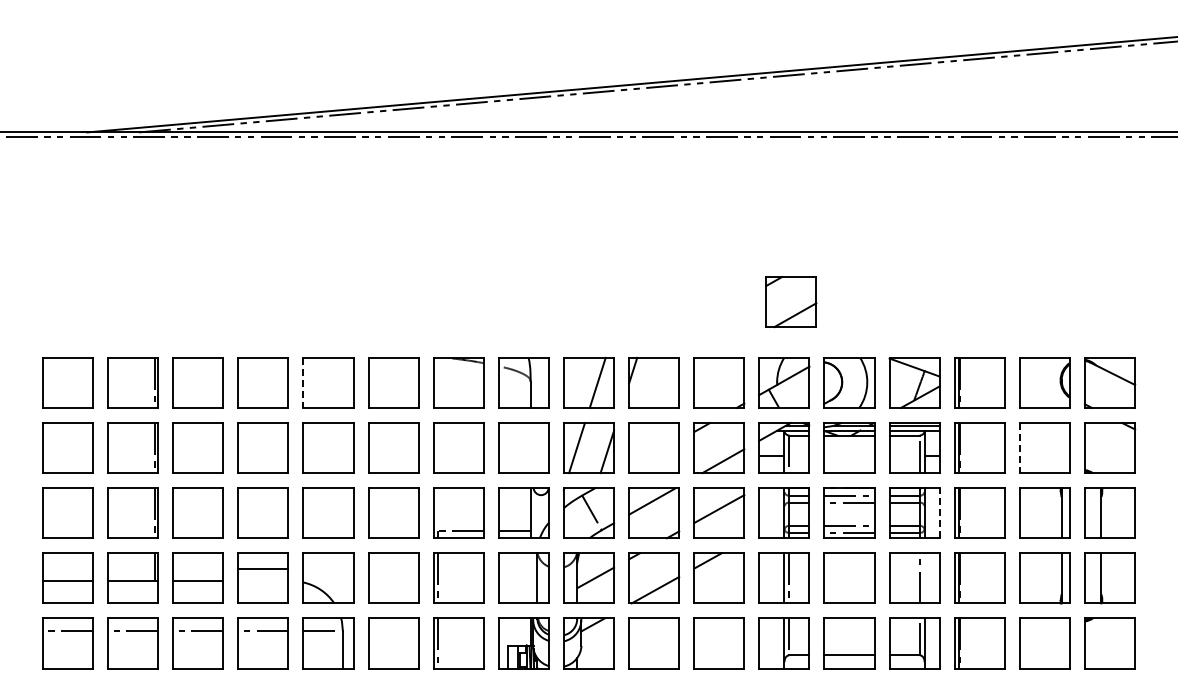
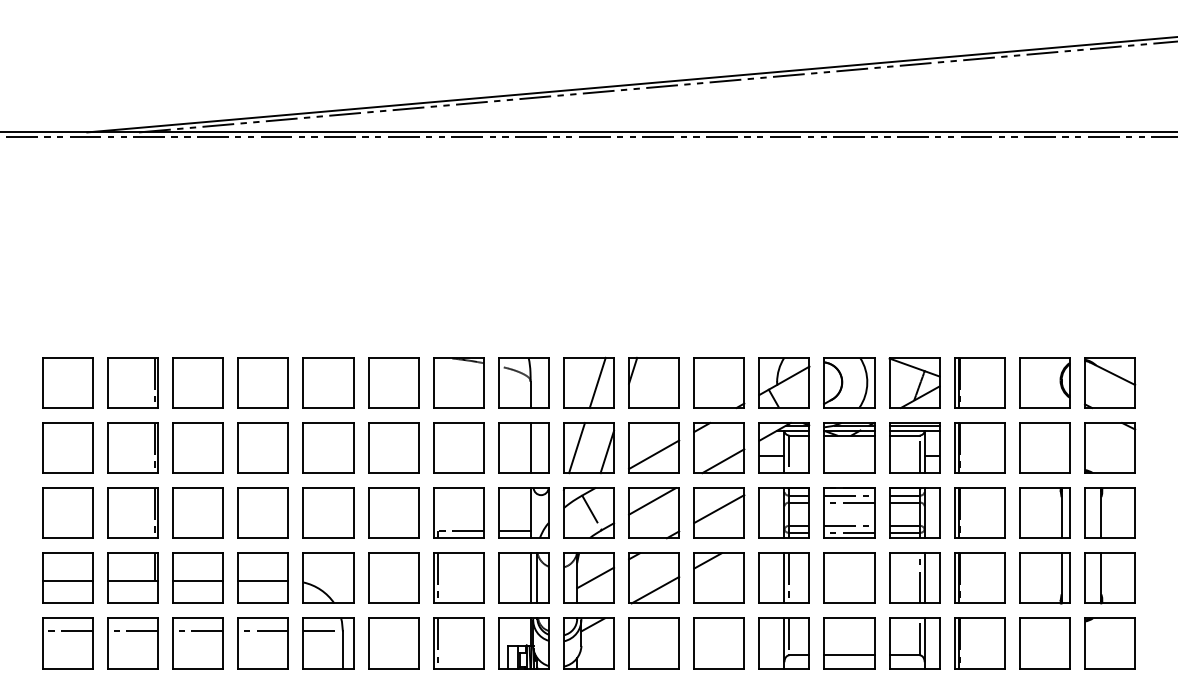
part at (791, 302): present -> none
line at (303, 383): dashed -> solid
line at (530, 448): none -> present
line at (1019, 448): dashed -> solid
line at (654, 454): none -> present
line at (939, 512): dashed -> solid
line at (263, 569) position: (263, 569) -> (263, 581)
line at (530, 578): none -> present
line at (924, 578): none -> present
